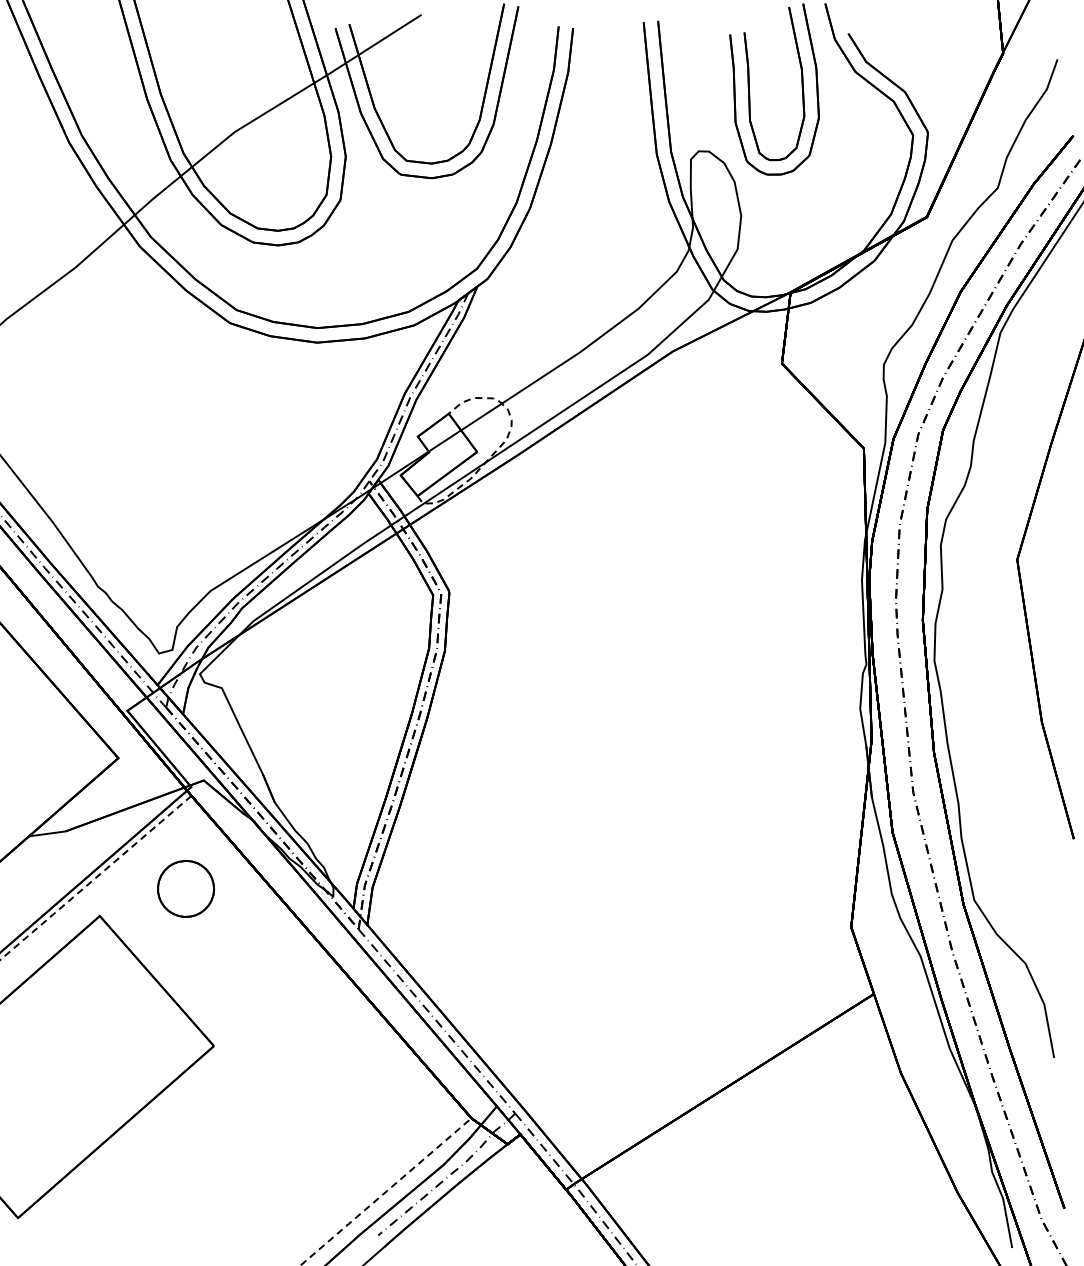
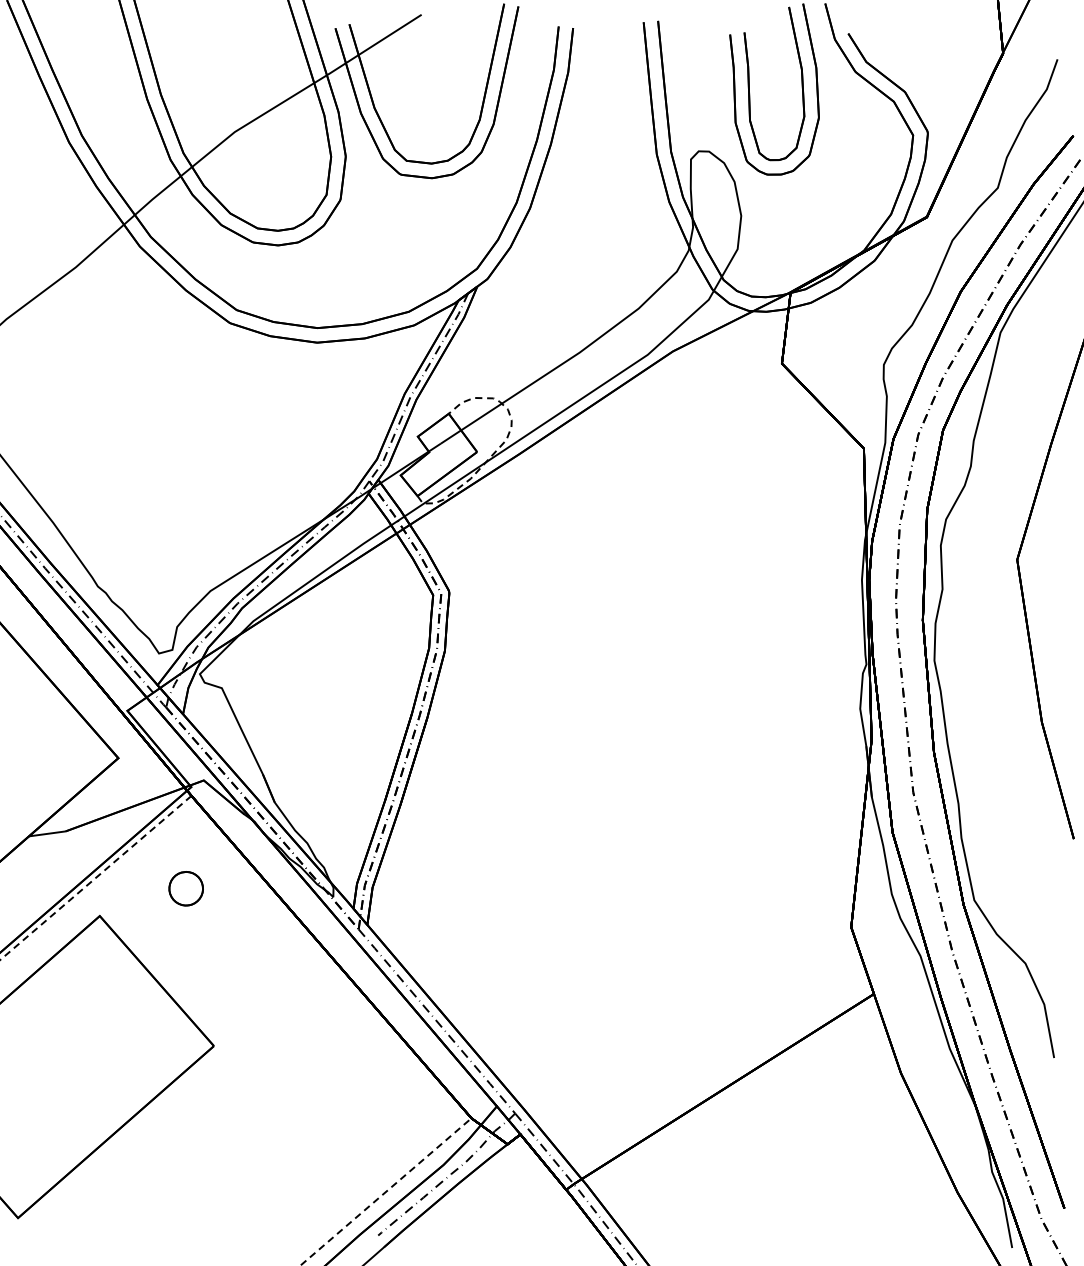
part at (186, 888) size: 59x59 px -> 36x36 px
